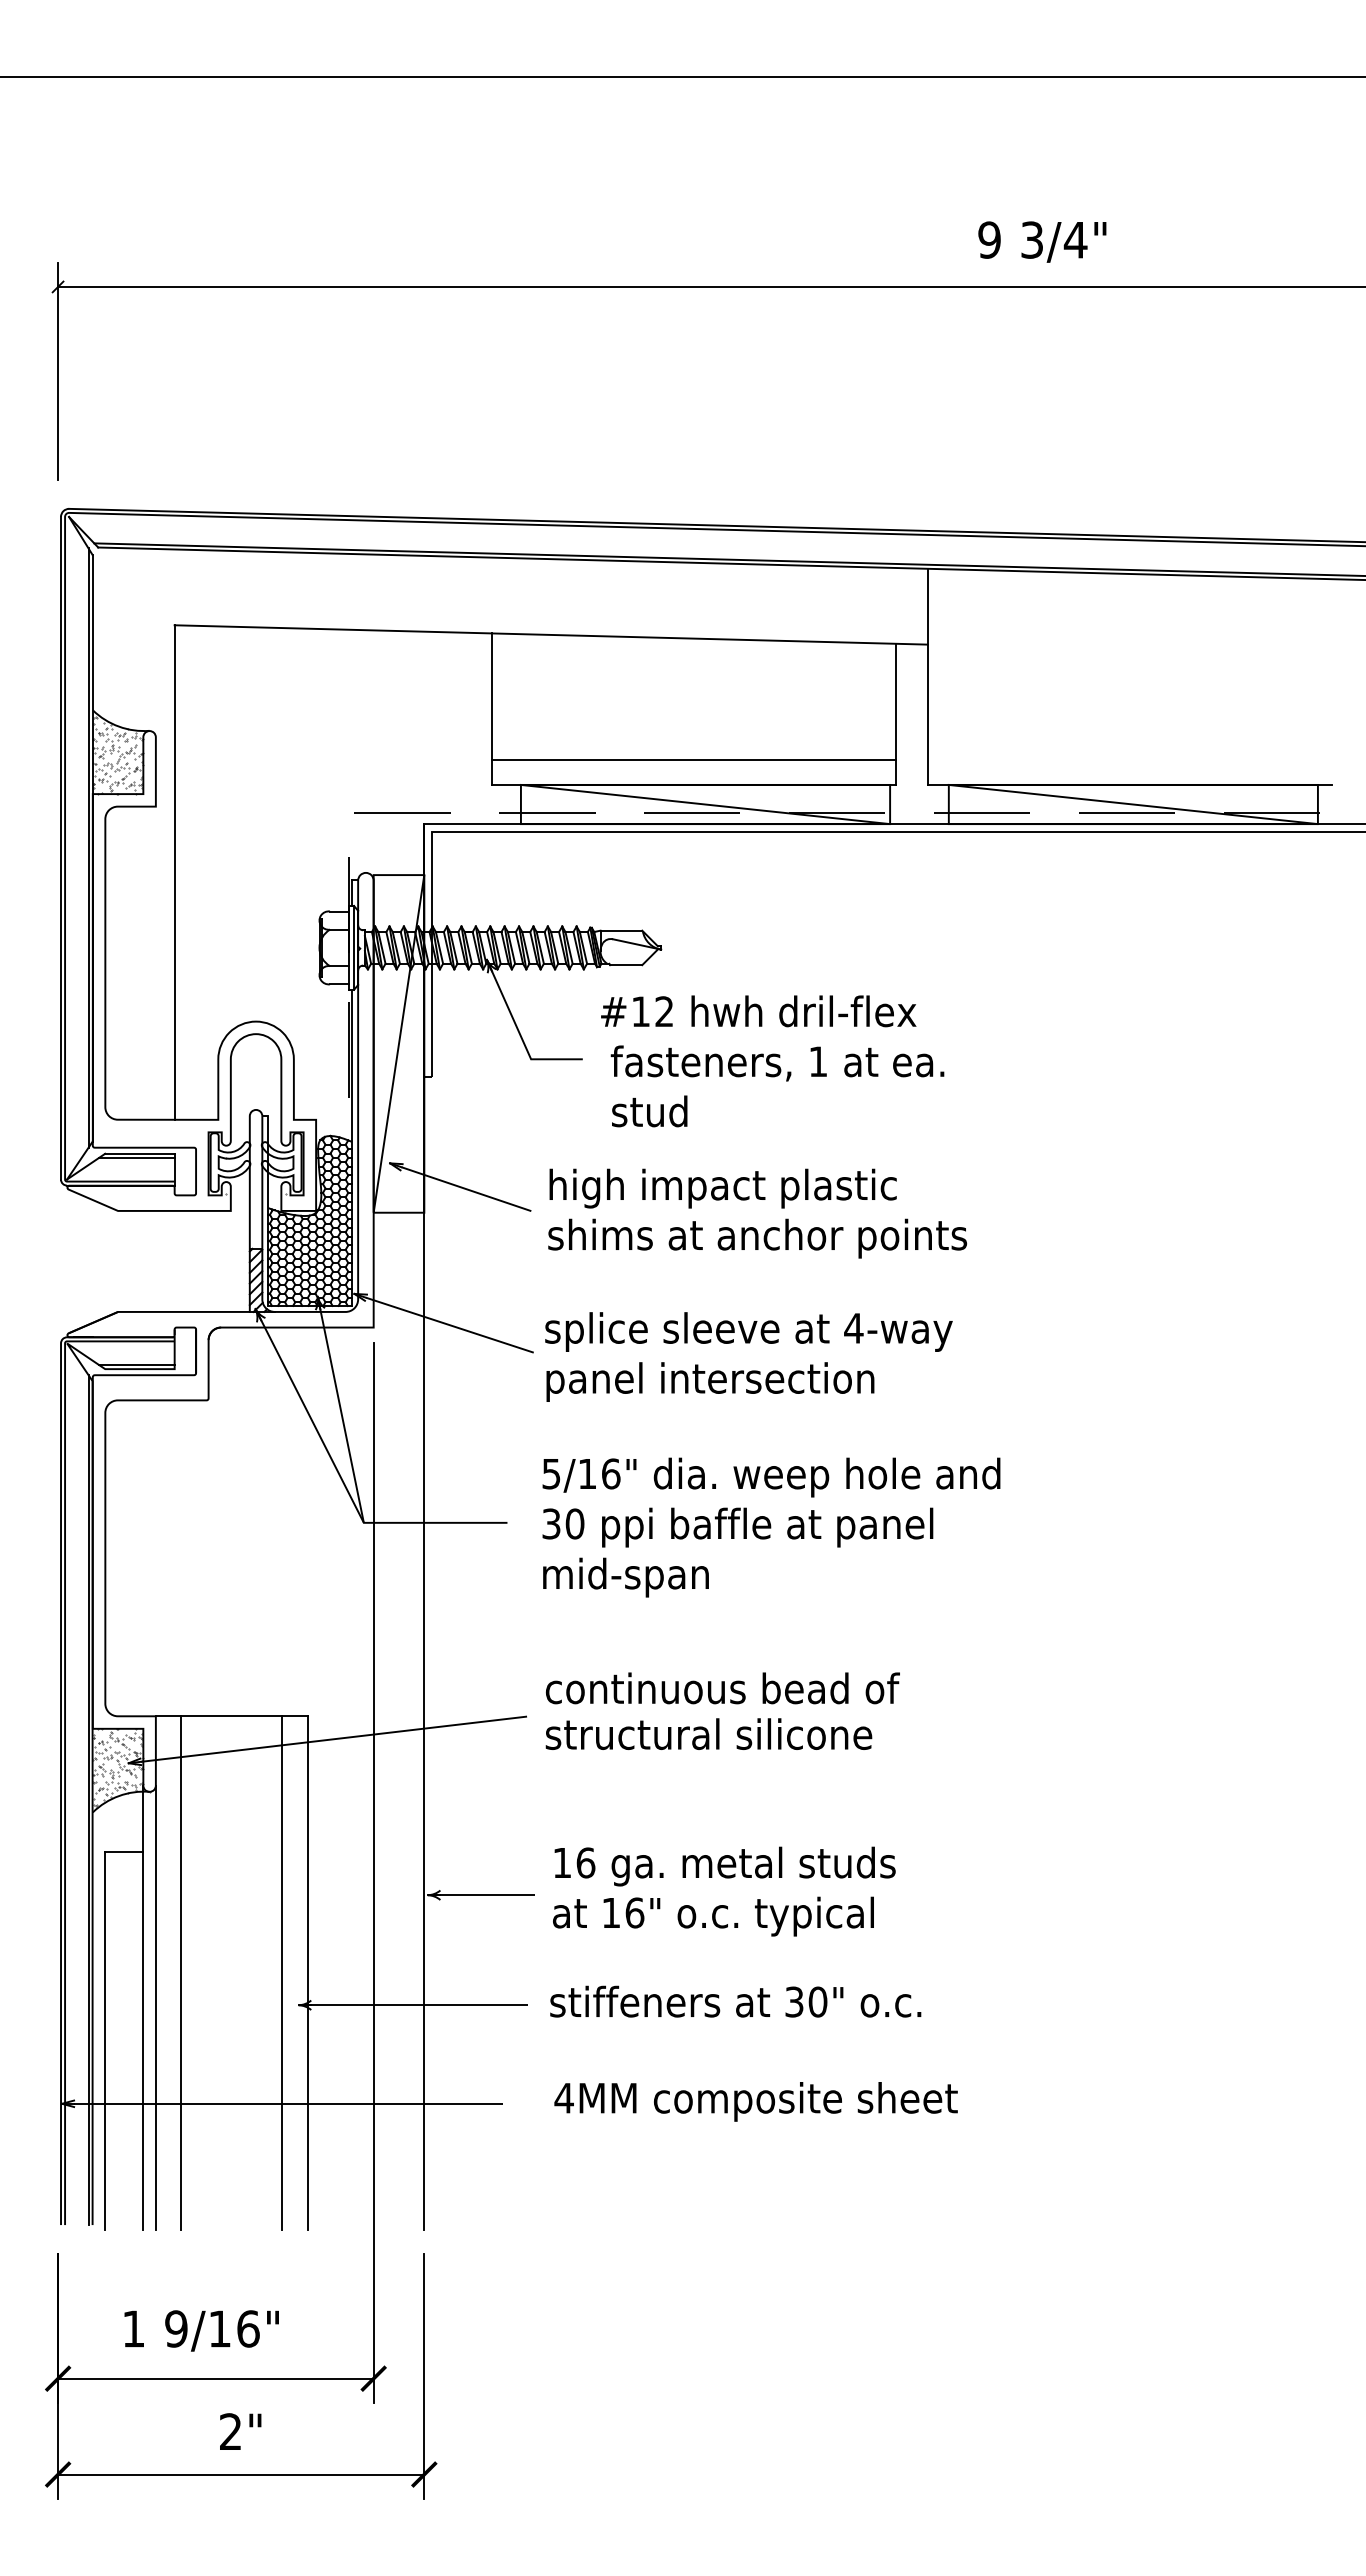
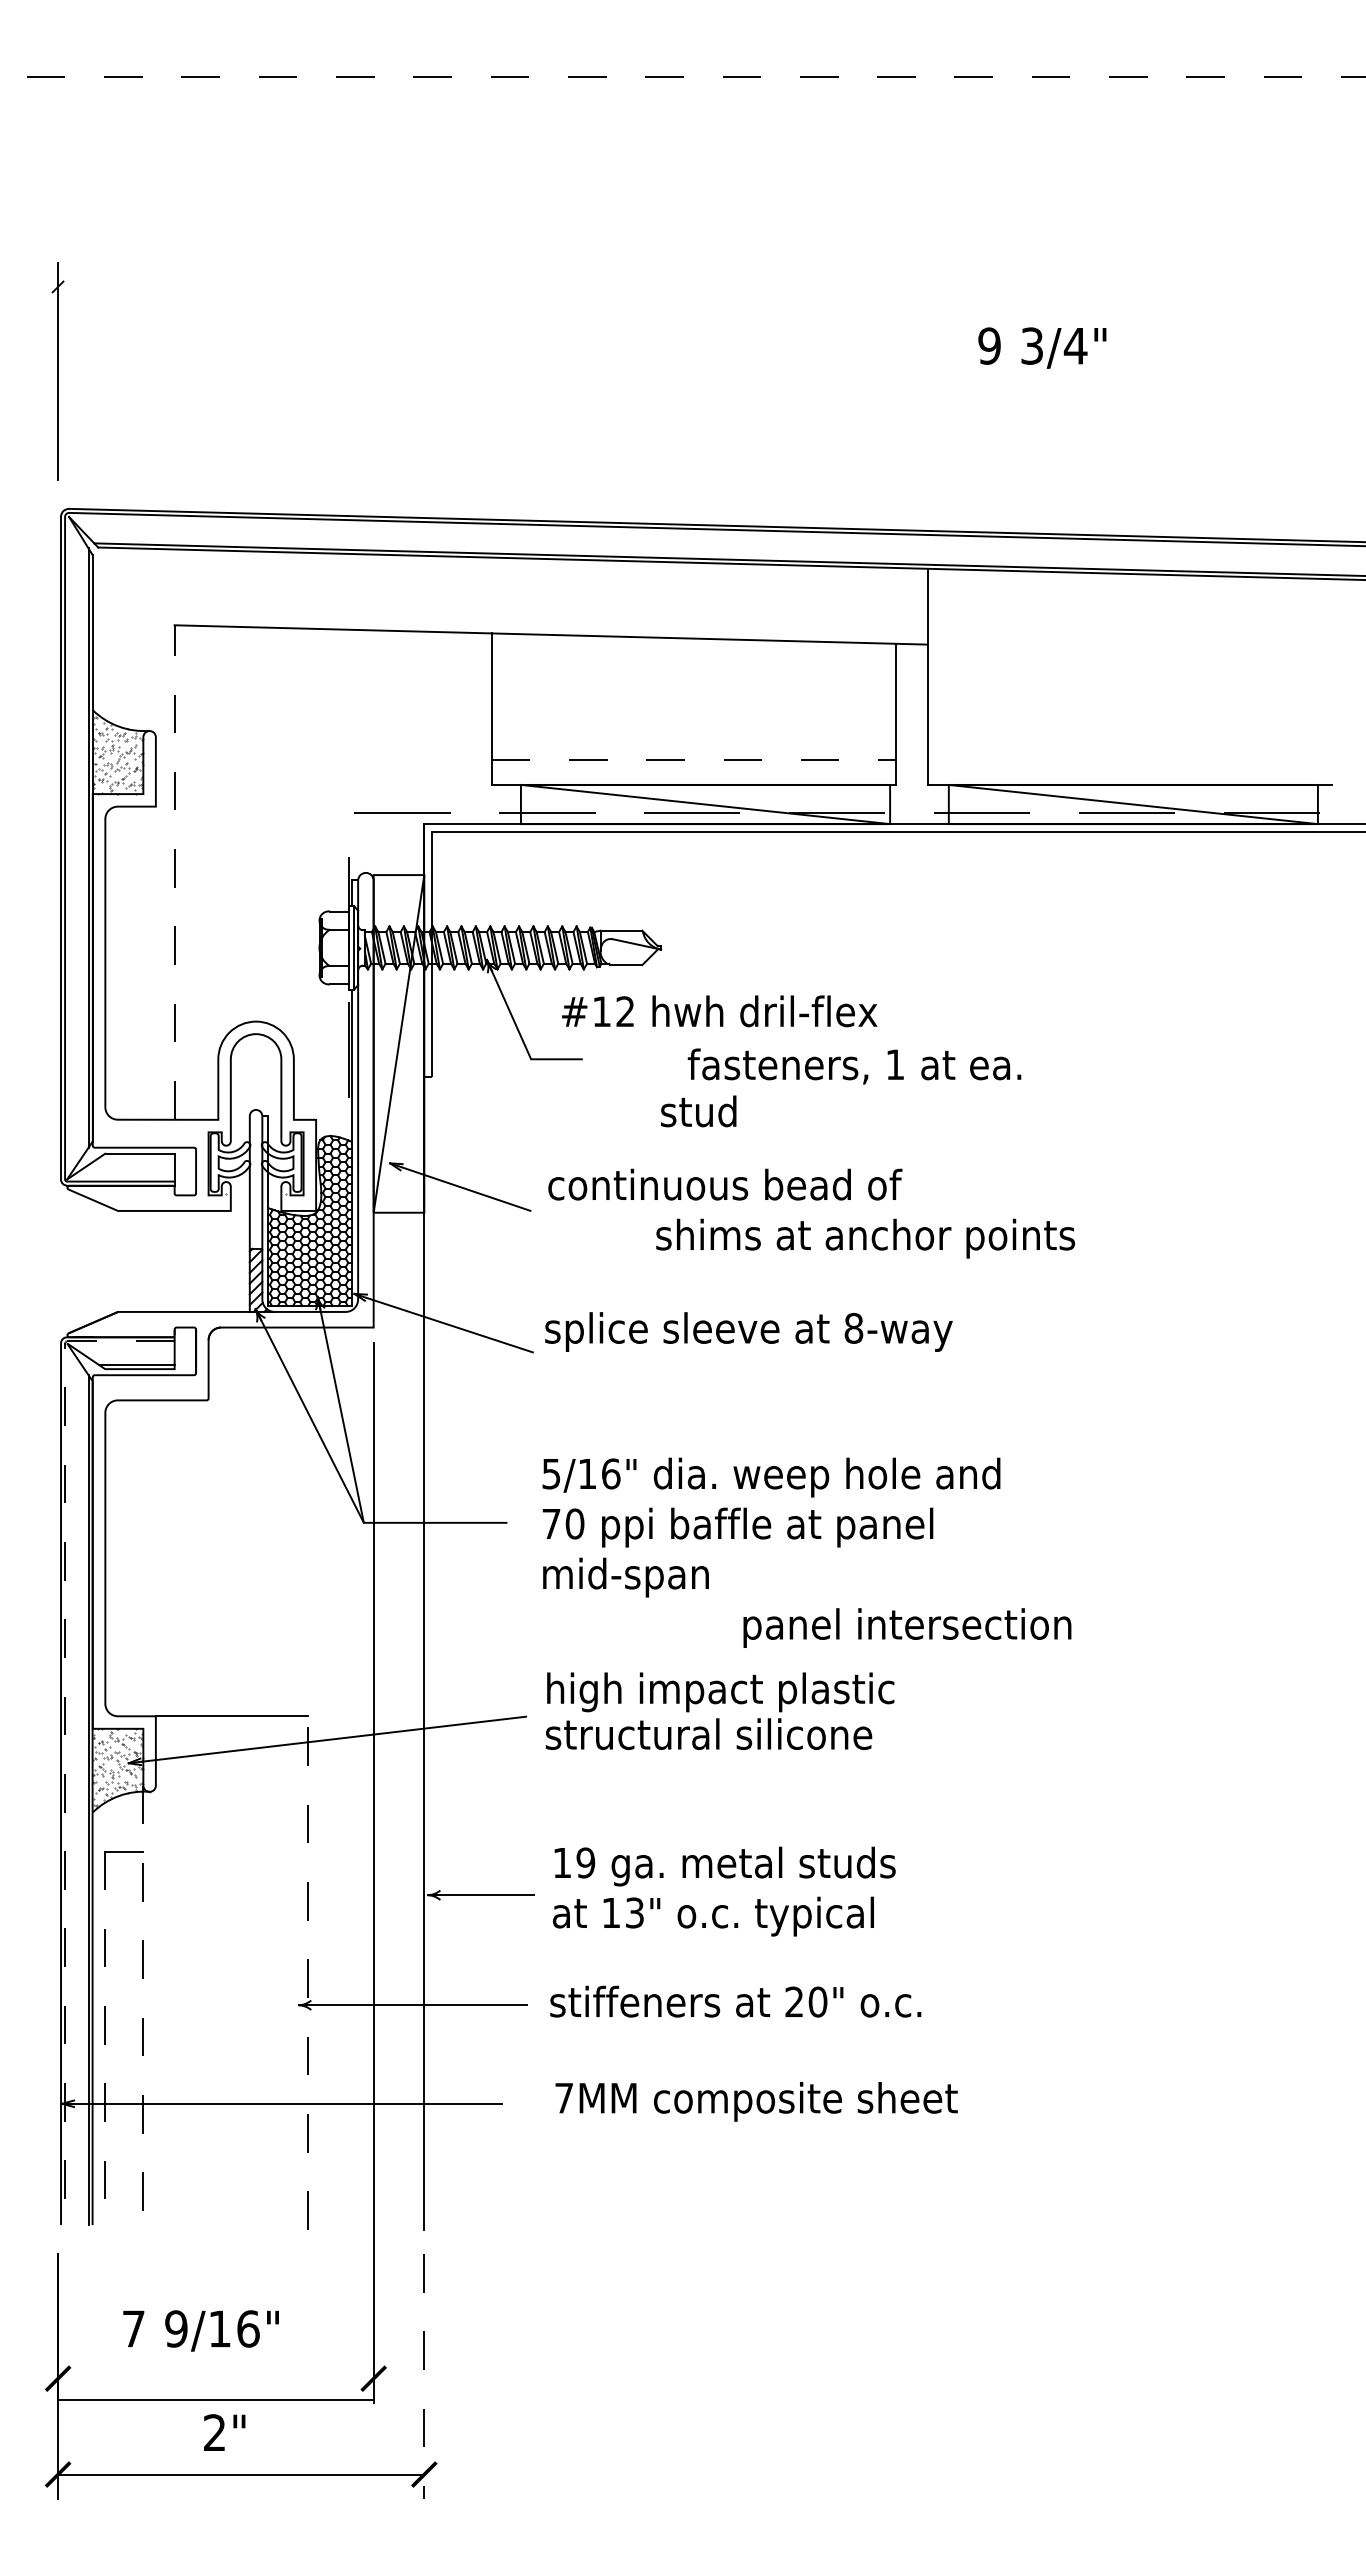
line at (683, 77): solid -> dashed
text at (1042, 241) position: (1042, 241) -> (1042, 347)
line at (710, 286): present -> none
line at (694, 759): solid -> dashed
line at (174, 872): solid -> dashed
text at (758, 1011) position: (758, 1011) -> (719, 1011)
text at (777, 1063) position: (777, 1063) -> (854, 1066)
text at (649, 1111) position: (649, 1111) -> (698, 1111)
line at (136, 1157): present -> none
text at (725, 1188): high impact plastic -> continuous bead of
text at (757, 1238) position: (757, 1238) -> (865, 1238)
text at (853, 1328): 4-way -> 8-way
text at (710, 1381) position: (710, 1381) -> (907, 1627)
text at (551, 1523): 30 -> 70
text at (722, 1692): continuous bead of -> high impact plastic
line at (65, 1722): solid -> dashed
text at (585, 1862): 16 -> 19
text at (634, 1912): 16" -> 13"
line at (181, 1972): present -> none
line at (282, 1972): present -> none
line at (307, 1973): solid -> dashed
text at (794, 2001): 30" -> 20"
line at (155, 2007): present -> none
line at (143, 2008): solid -> dashed
line at (105, 2041): solid -> dashed
text at (563, 2098): 4MM -> 7MM
text at (133, 2328): 1 -> 7
line at (424, 2376): solid -> dashed
line at (215, 2378) position: (215, 2378) -> (215, 2399)
text at (240, 2431) position: (240, 2431) -> (224, 2432)
